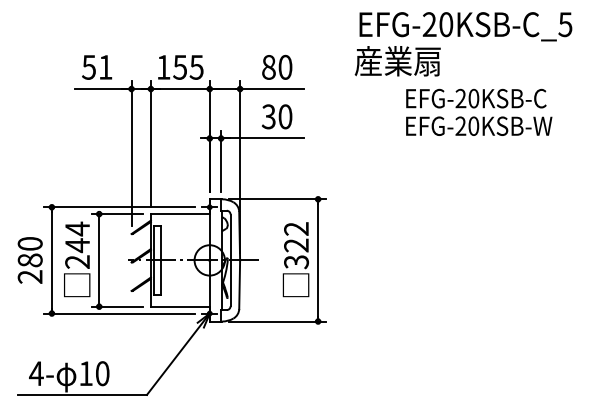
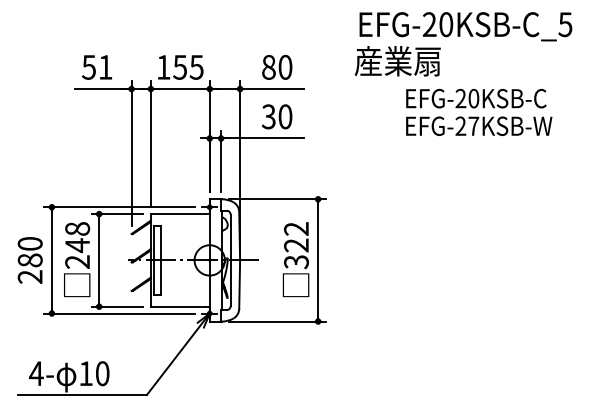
text at (473, 125): EFG-20KSB-W -> EFG-27KSB-W
text at (77, 228): 244 -> 248
